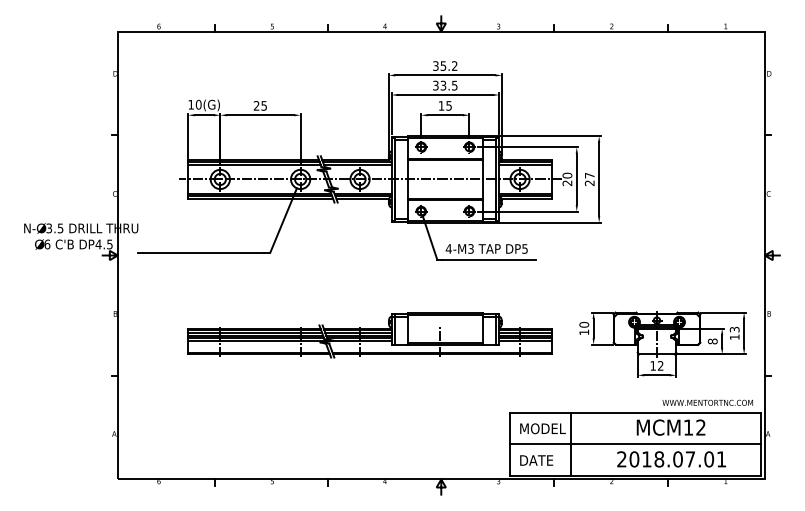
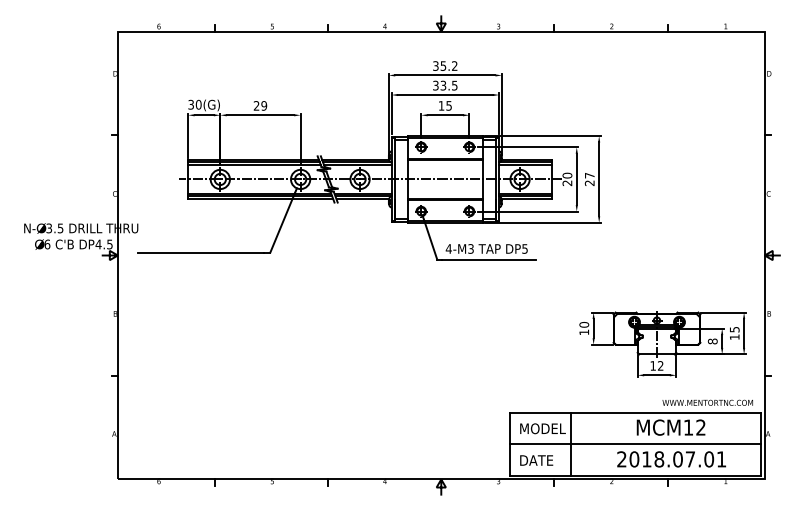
text at (190, 104): 10(G) -> 30(G)
text at (264, 105): 25 -> 29
text at (733, 329): 13 -> 15
part at (369, 335): present -> none
